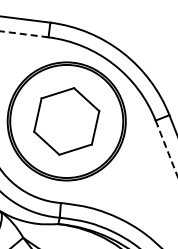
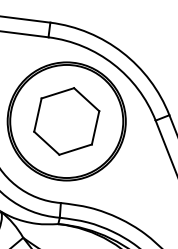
line at (23, 34): dashed -> solid
line at (166, 148): dashed -> solid
